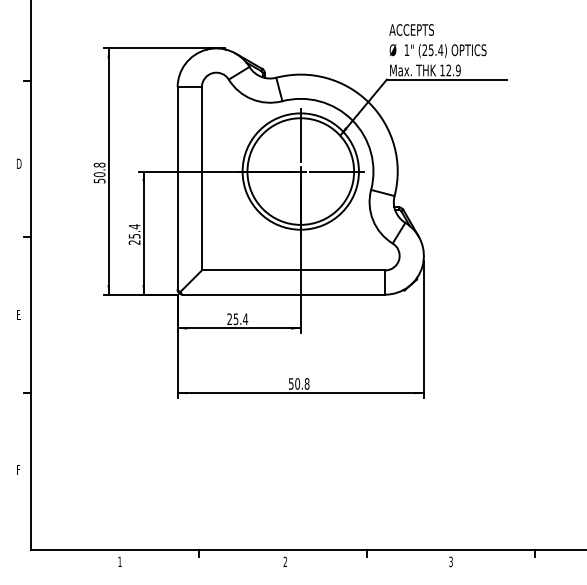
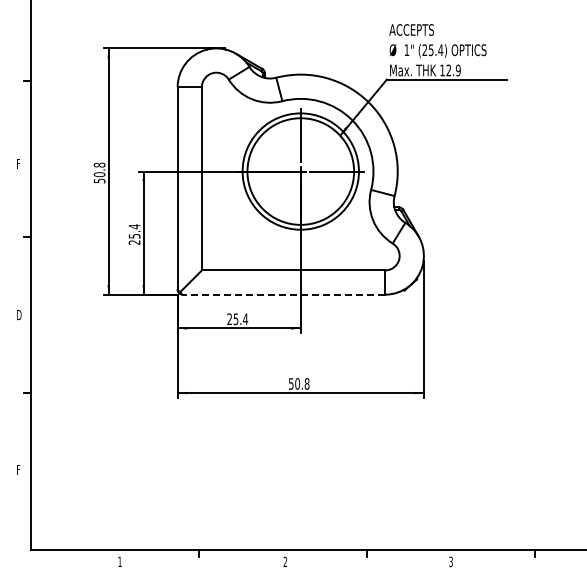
text at (19, 163): D -> F
line at (283, 294): solid -> dashed
text at (19, 314): E -> D
